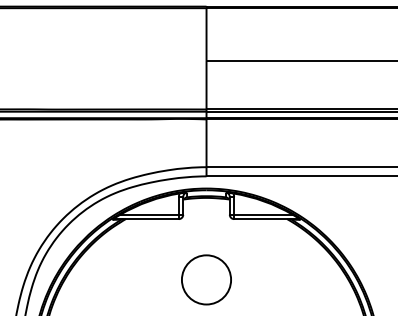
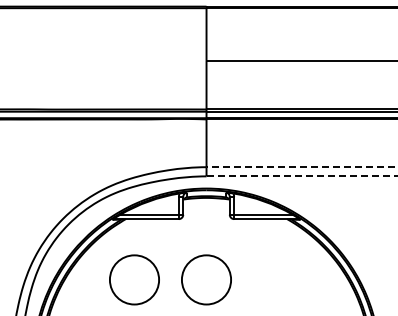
line at (301, 167): solid -> dashed
line at (302, 176): solid -> dashed
circle at (134, 279): none -> present
